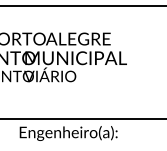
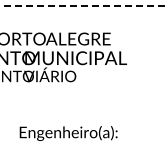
line at (83, 6): solid -> dashed
line at (82, 119): present -> none
